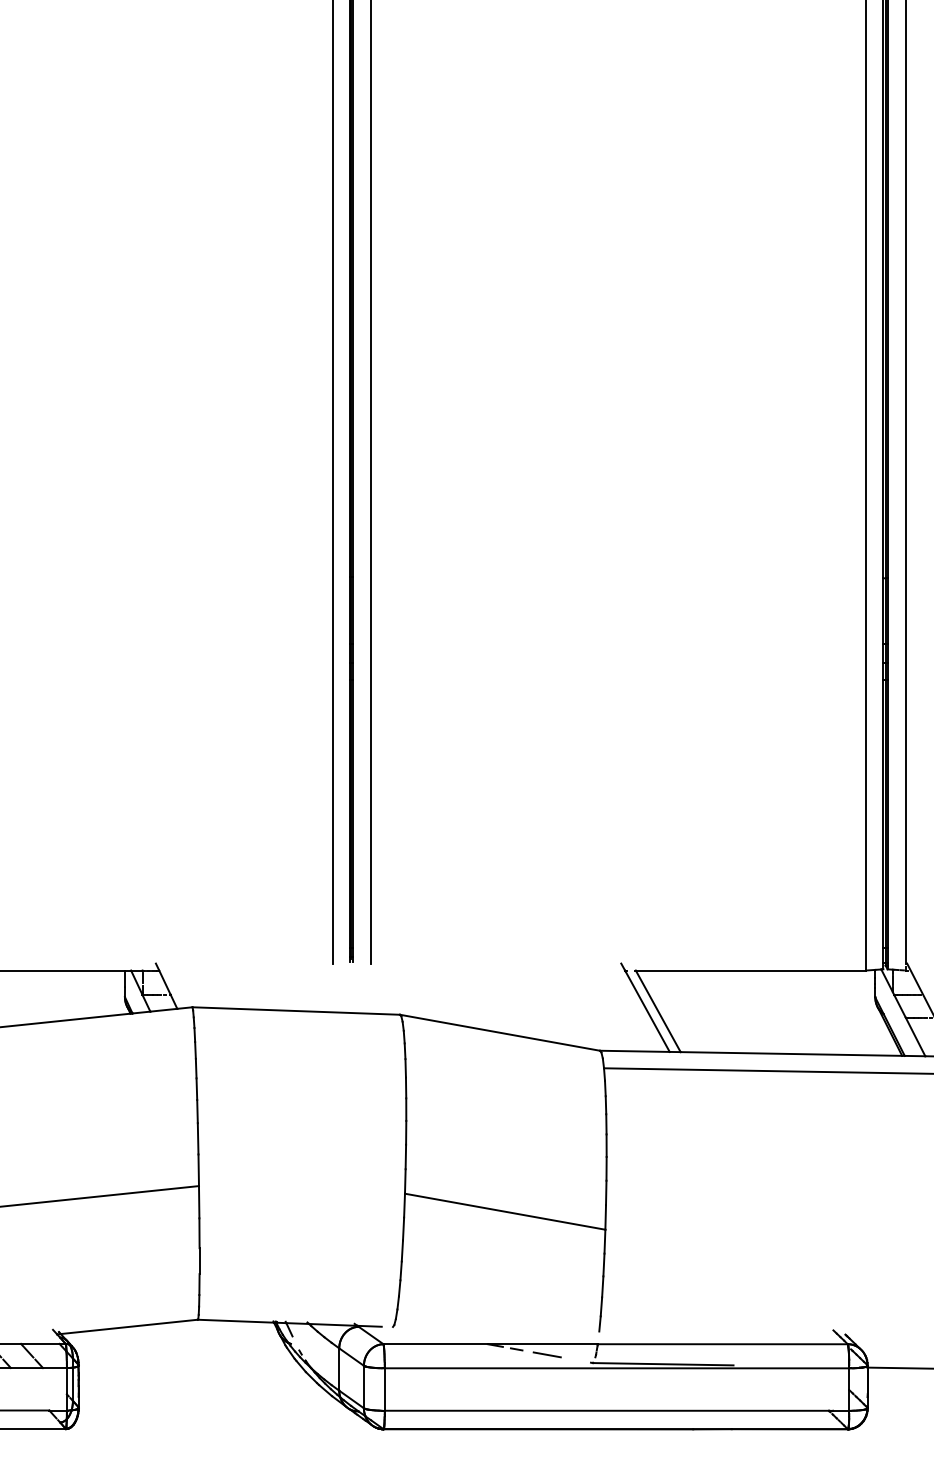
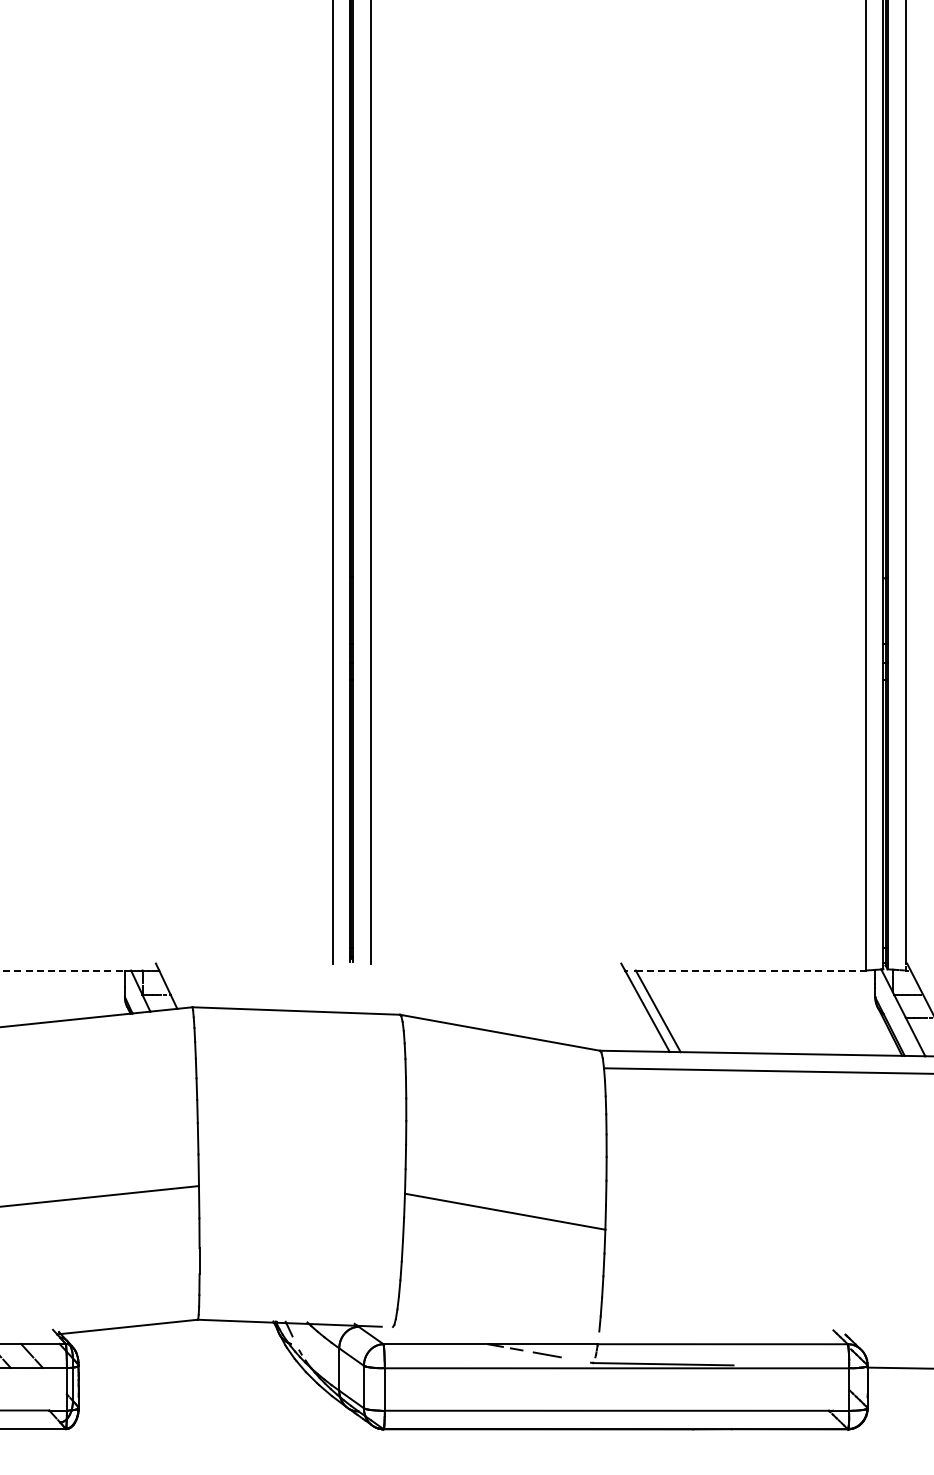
line at (63, 970): solid -> dashed
line at (751, 970): solid -> dashed
